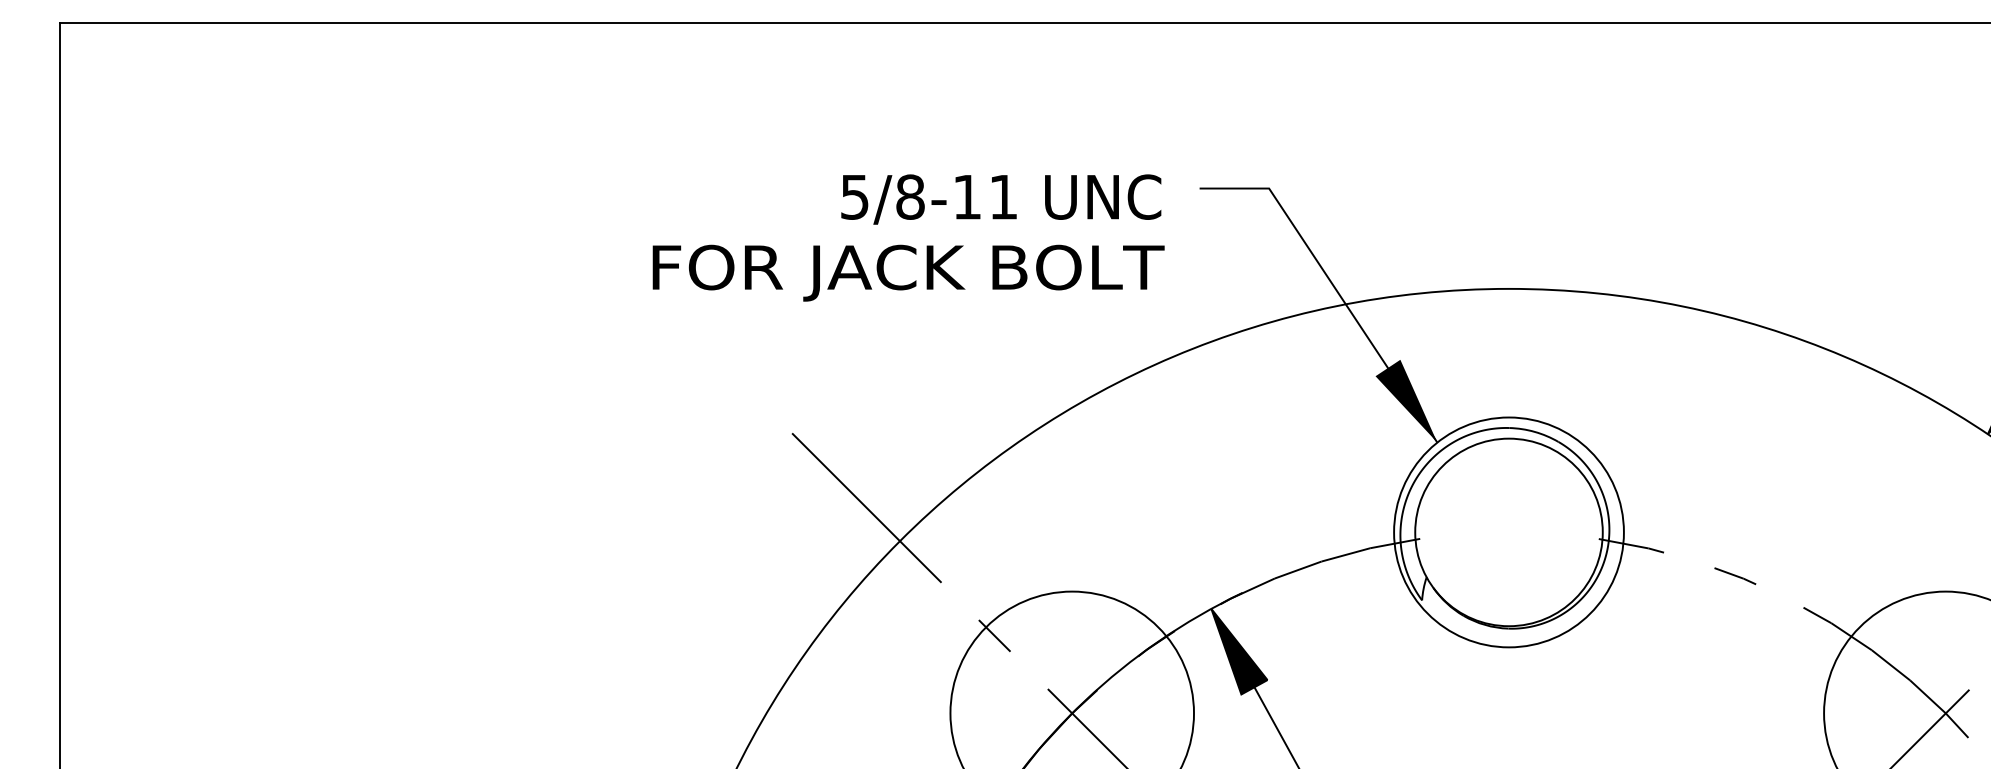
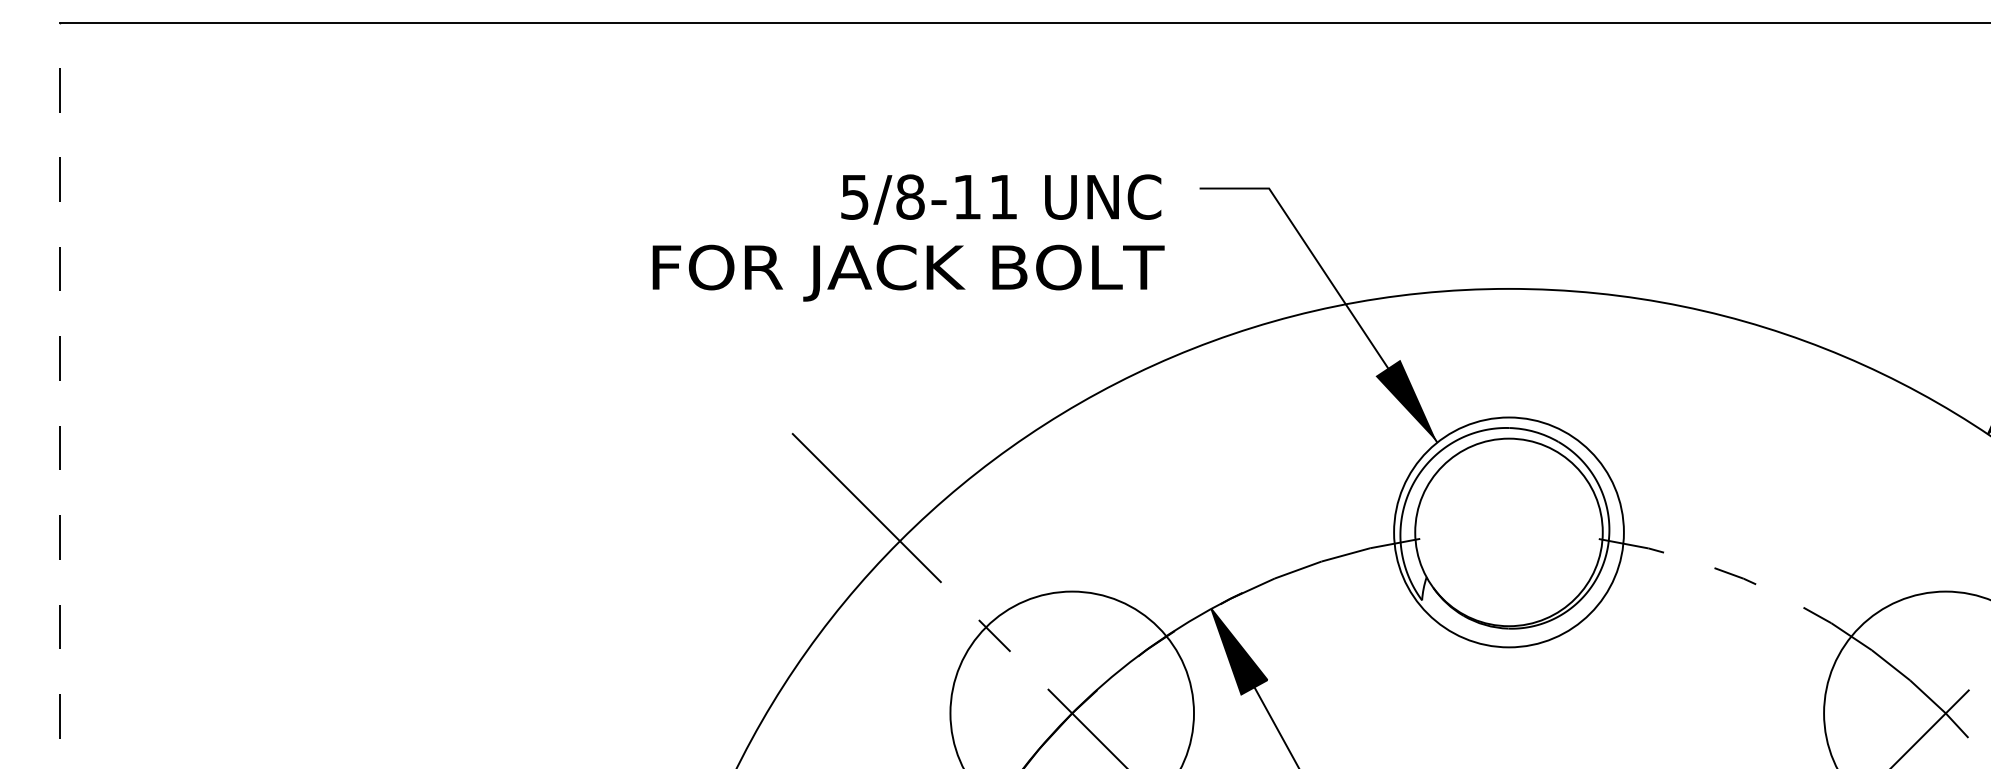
line at (59, 395): solid -> dashed
